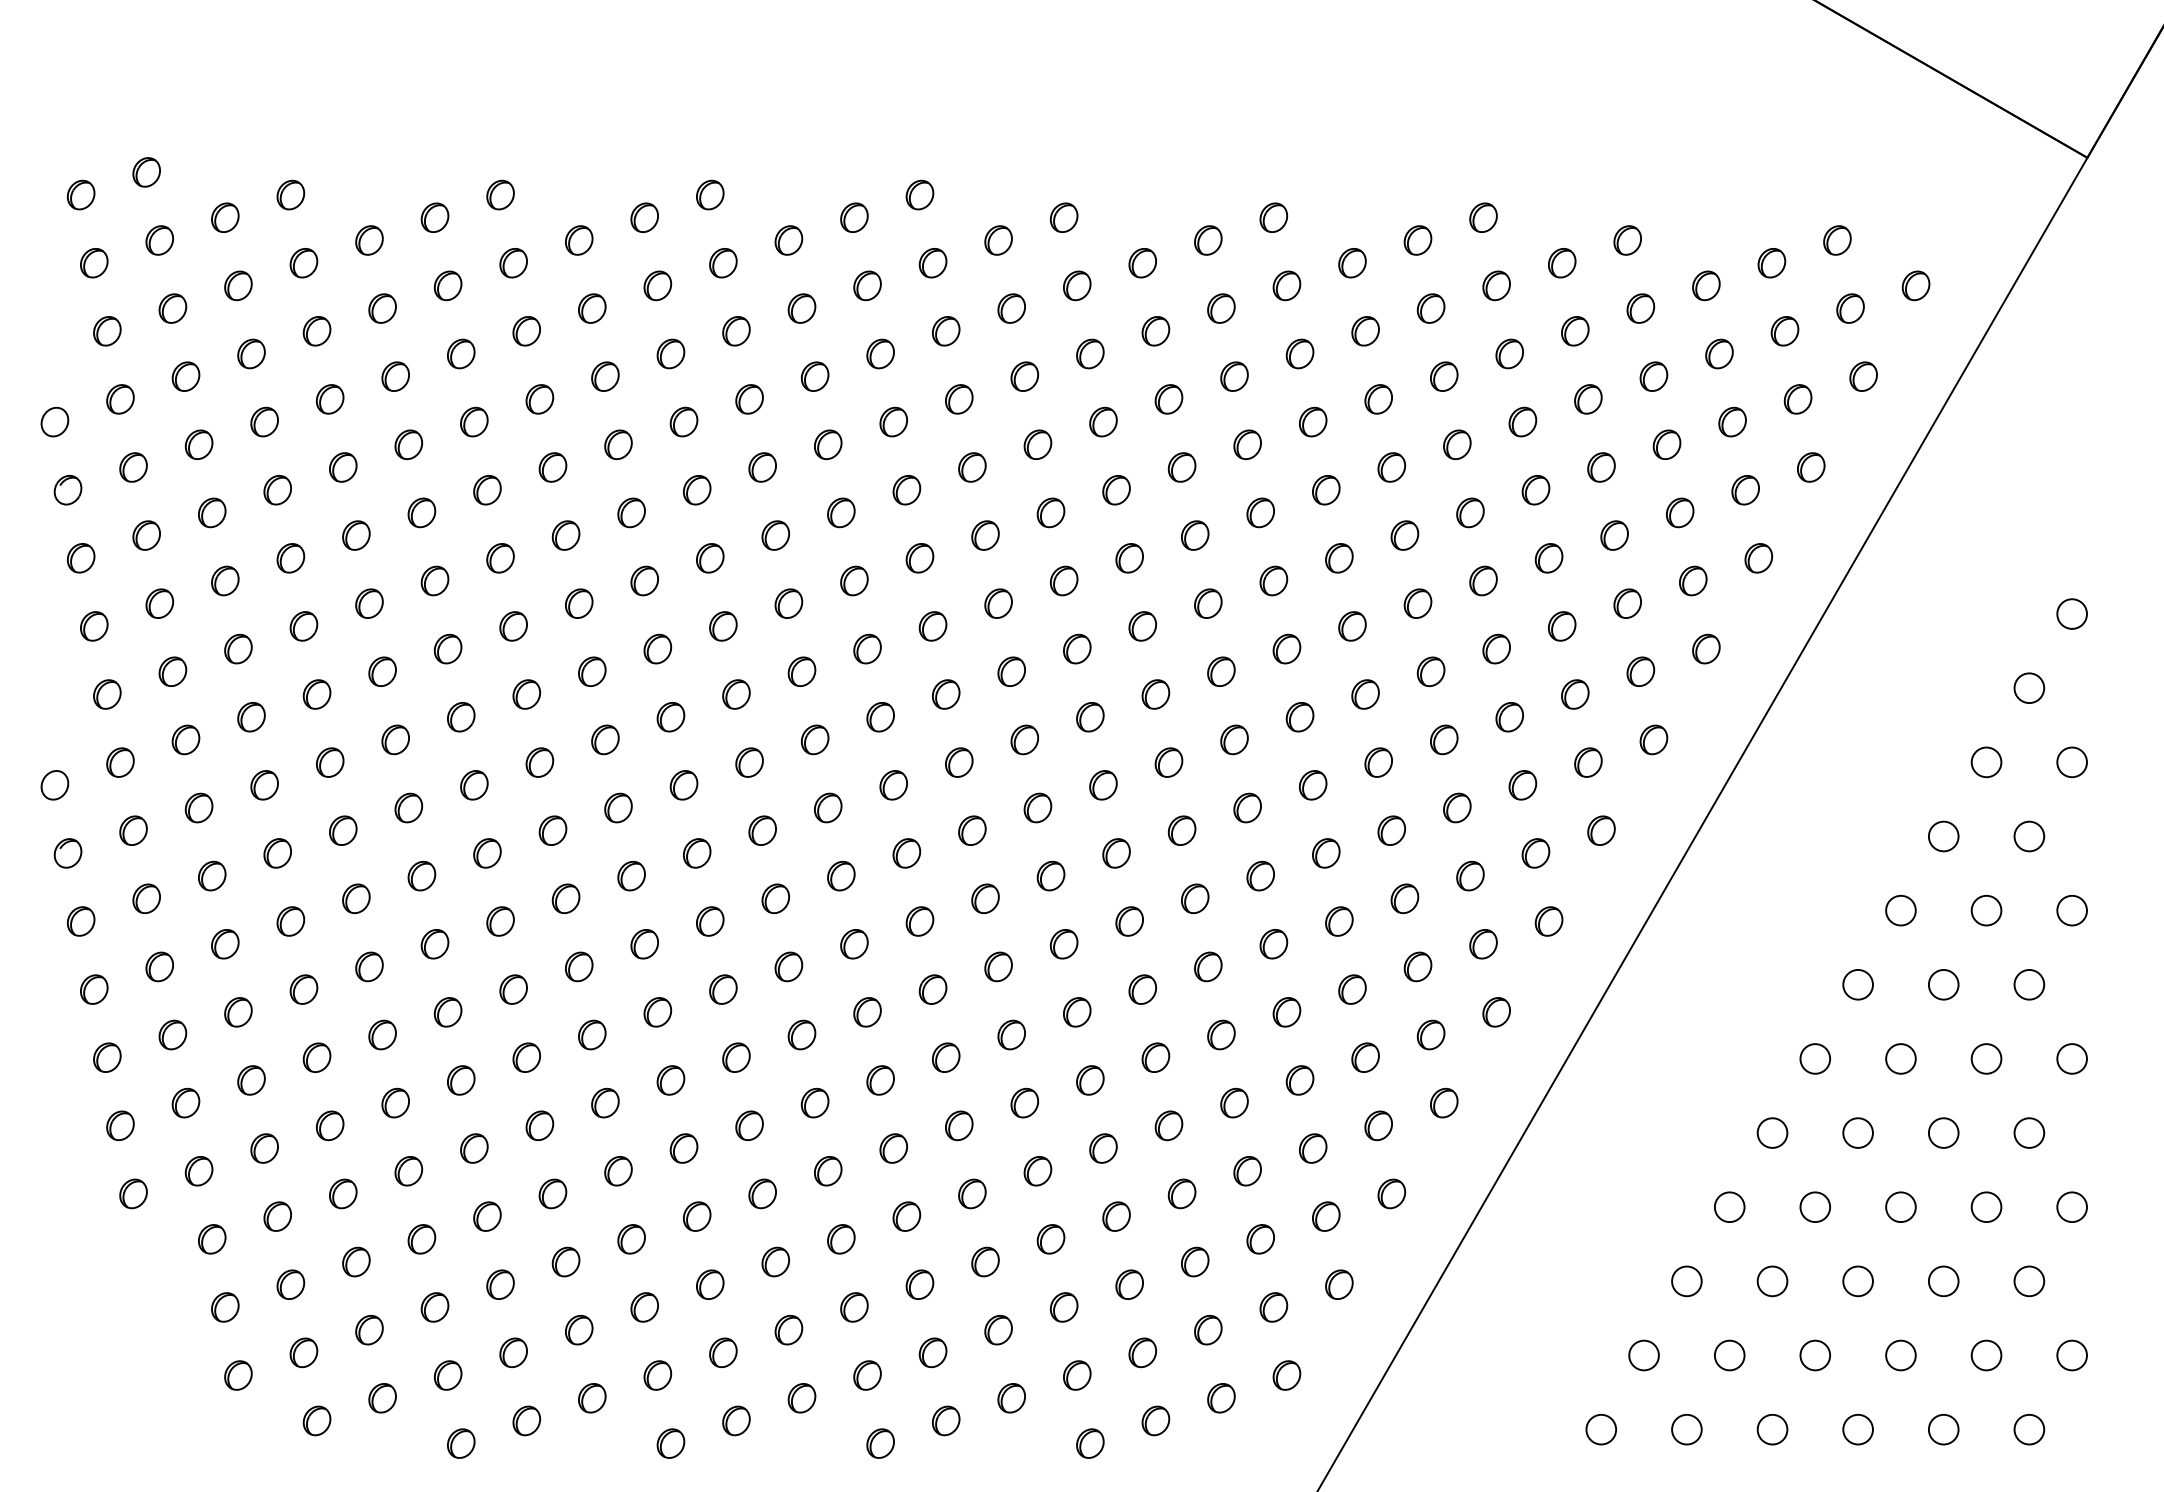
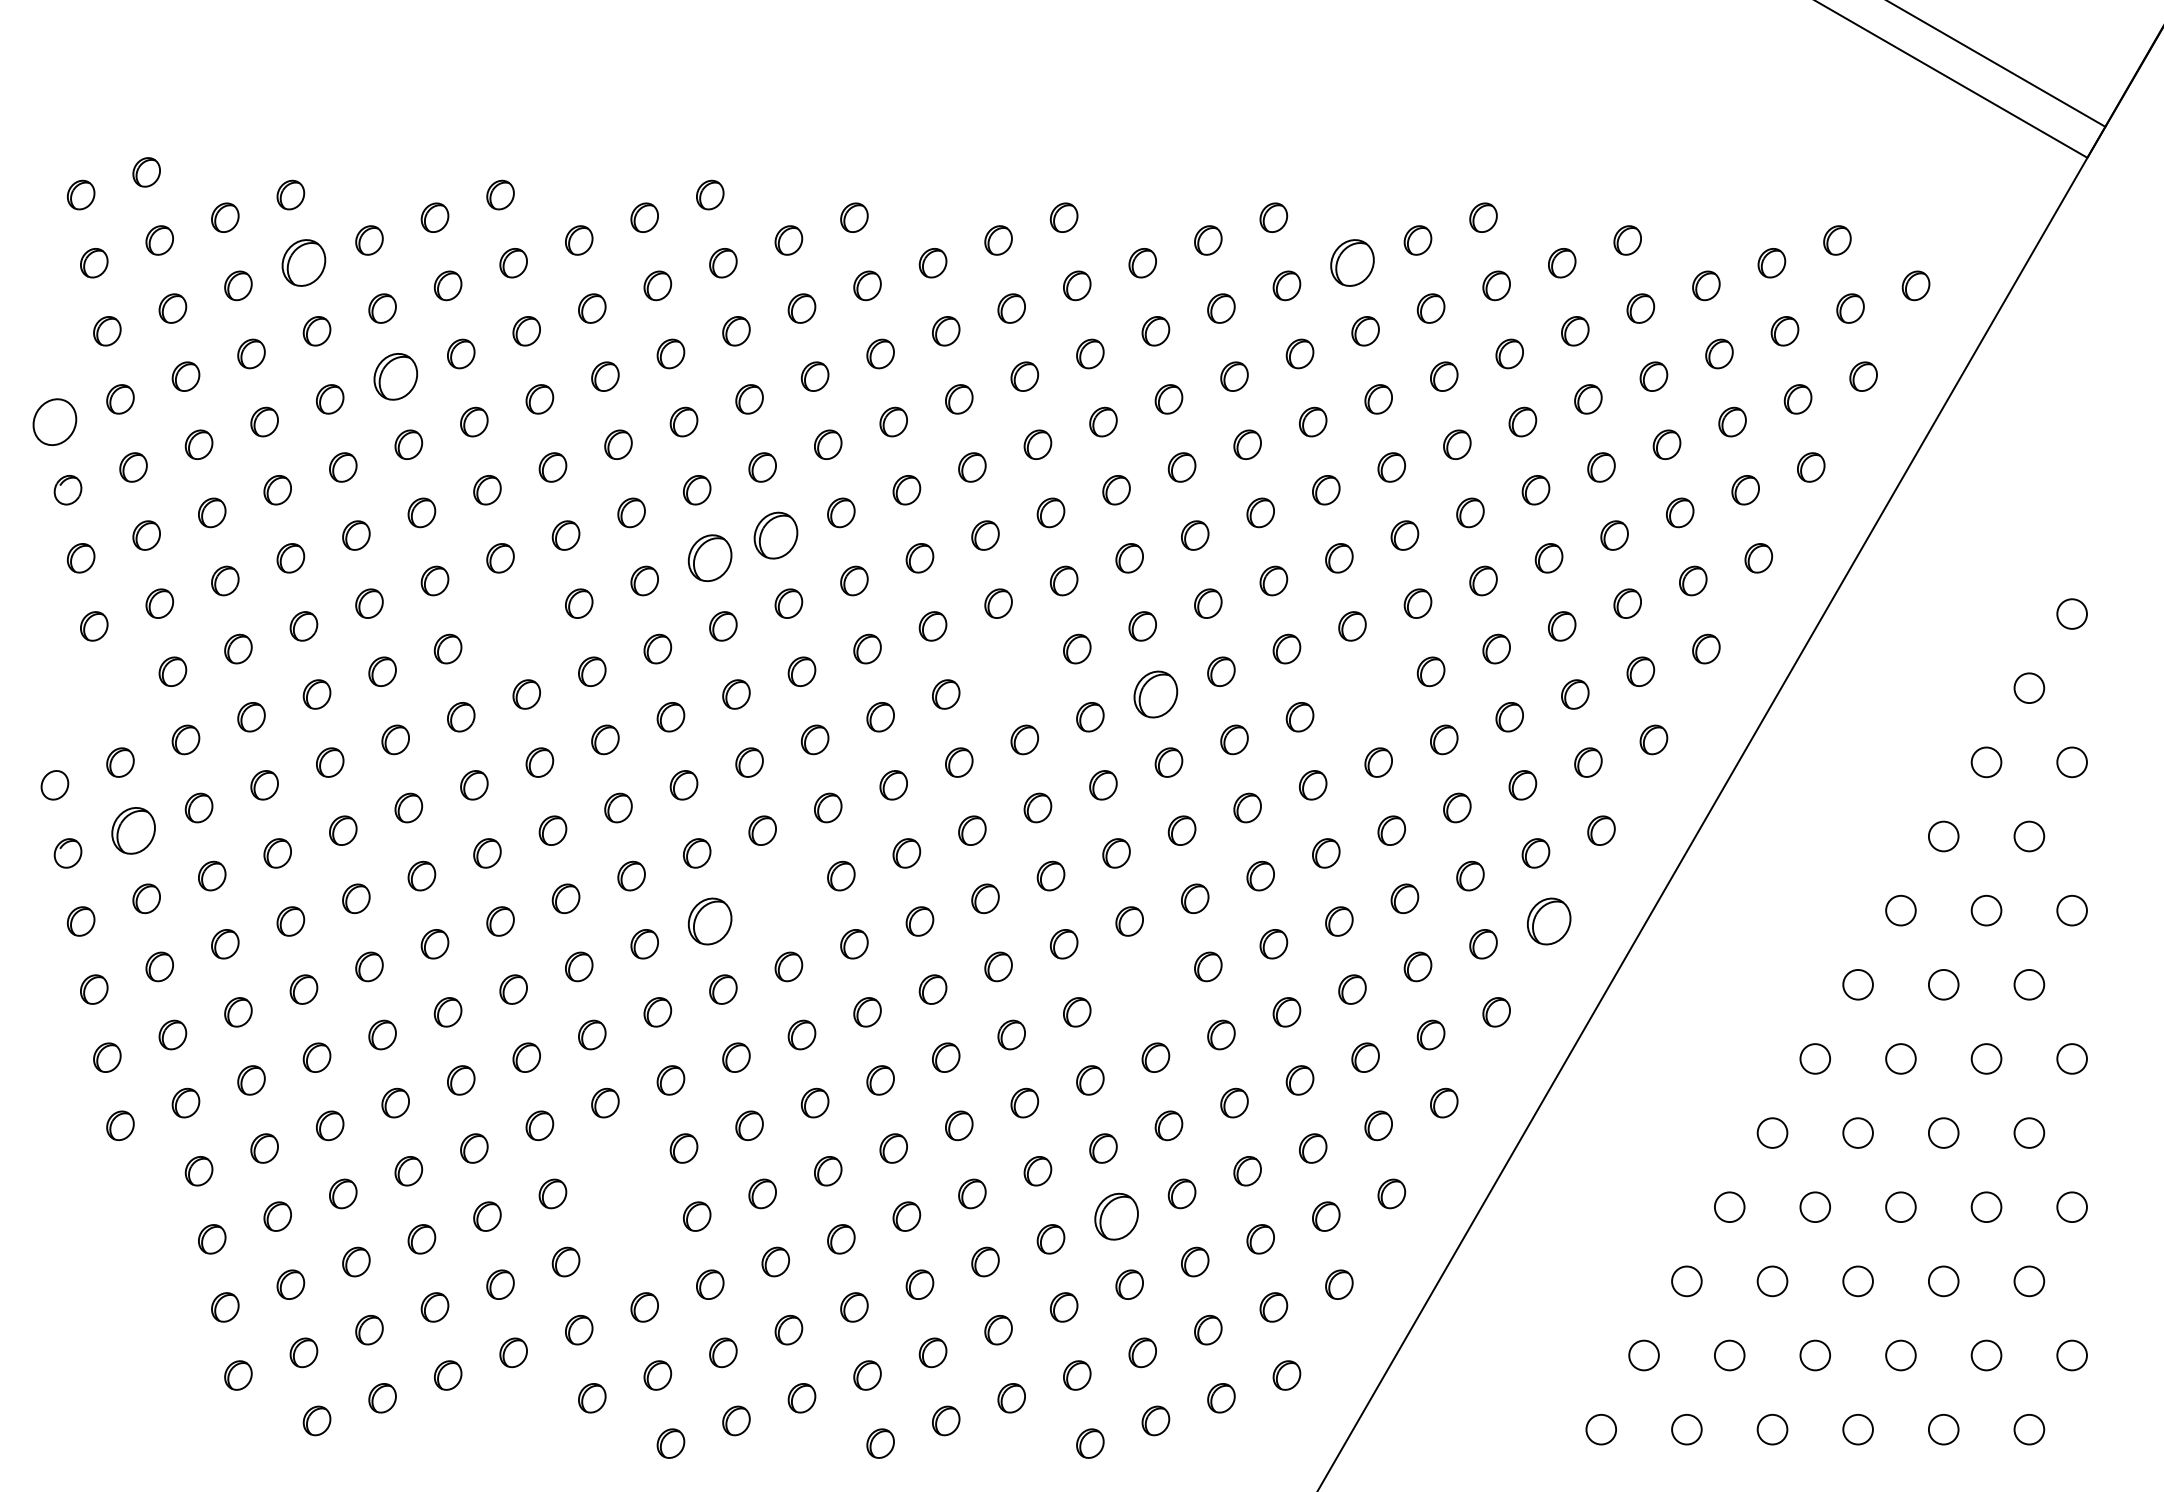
line at (1952, 79) position: (1952, 79) -> (1997, 64)
part at (919, 194): present -> none
part at (303, 263) size: 30x31 px -> 46x48 px
part at (1352, 263) size: 29x31 px -> 45x48 px
part at (395, 376) size: 29x31 px -> 46x48 px
part at (54, 421) size: 30x32 px -> 46x48 px
part at (775, 535) size: 29x31 px -> 46x49 px
part at (710, 558) size: 29x31 px -> 46x49 px
part at (513, 626): present -> none
part at (1011, 671): present -> none
part at (107, 694): present -> none
part at (1155, 694) size: 30x31 px -> 46x49 px
part at (1365, 694): present -> none
part at (133, 830) size: 29x31 px -> 45x48 px
part at (775, 898): present -> none
part at (710, 921) size: 29x31 px -> 46x49 px
part at (1548, 921) size: 30x31 px -> 45x49 px
part at (1142, 989): present -> none
part at (618, 1171): present -> none
part at (133, 1193): present -> none
part at (1116, 1216) size: 29x31 px -> 45x49 px
part at (631, 1239): present -> none
part at (526, 1420): present -> none
part at (461, 1443): present -> none
